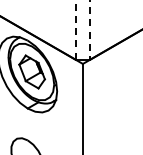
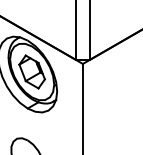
line at (75, 29): dashed -> solid
line at (90, 29): dashed -> solid
